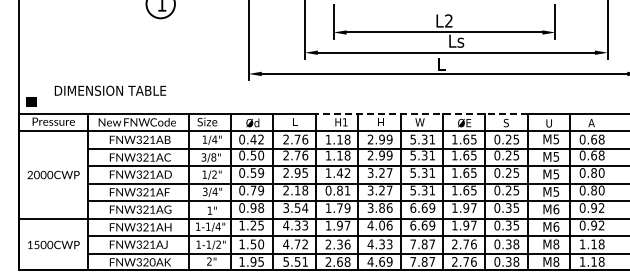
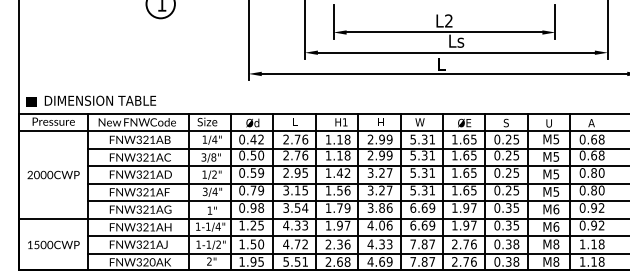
text at (110, 90) position: (110, 90) -> (100, 100)
line at (421, 113): dashed -> solid
text at (295, 190): 2.18 -> 3.15
text at (337, 190): 0.81 -> 1.56
